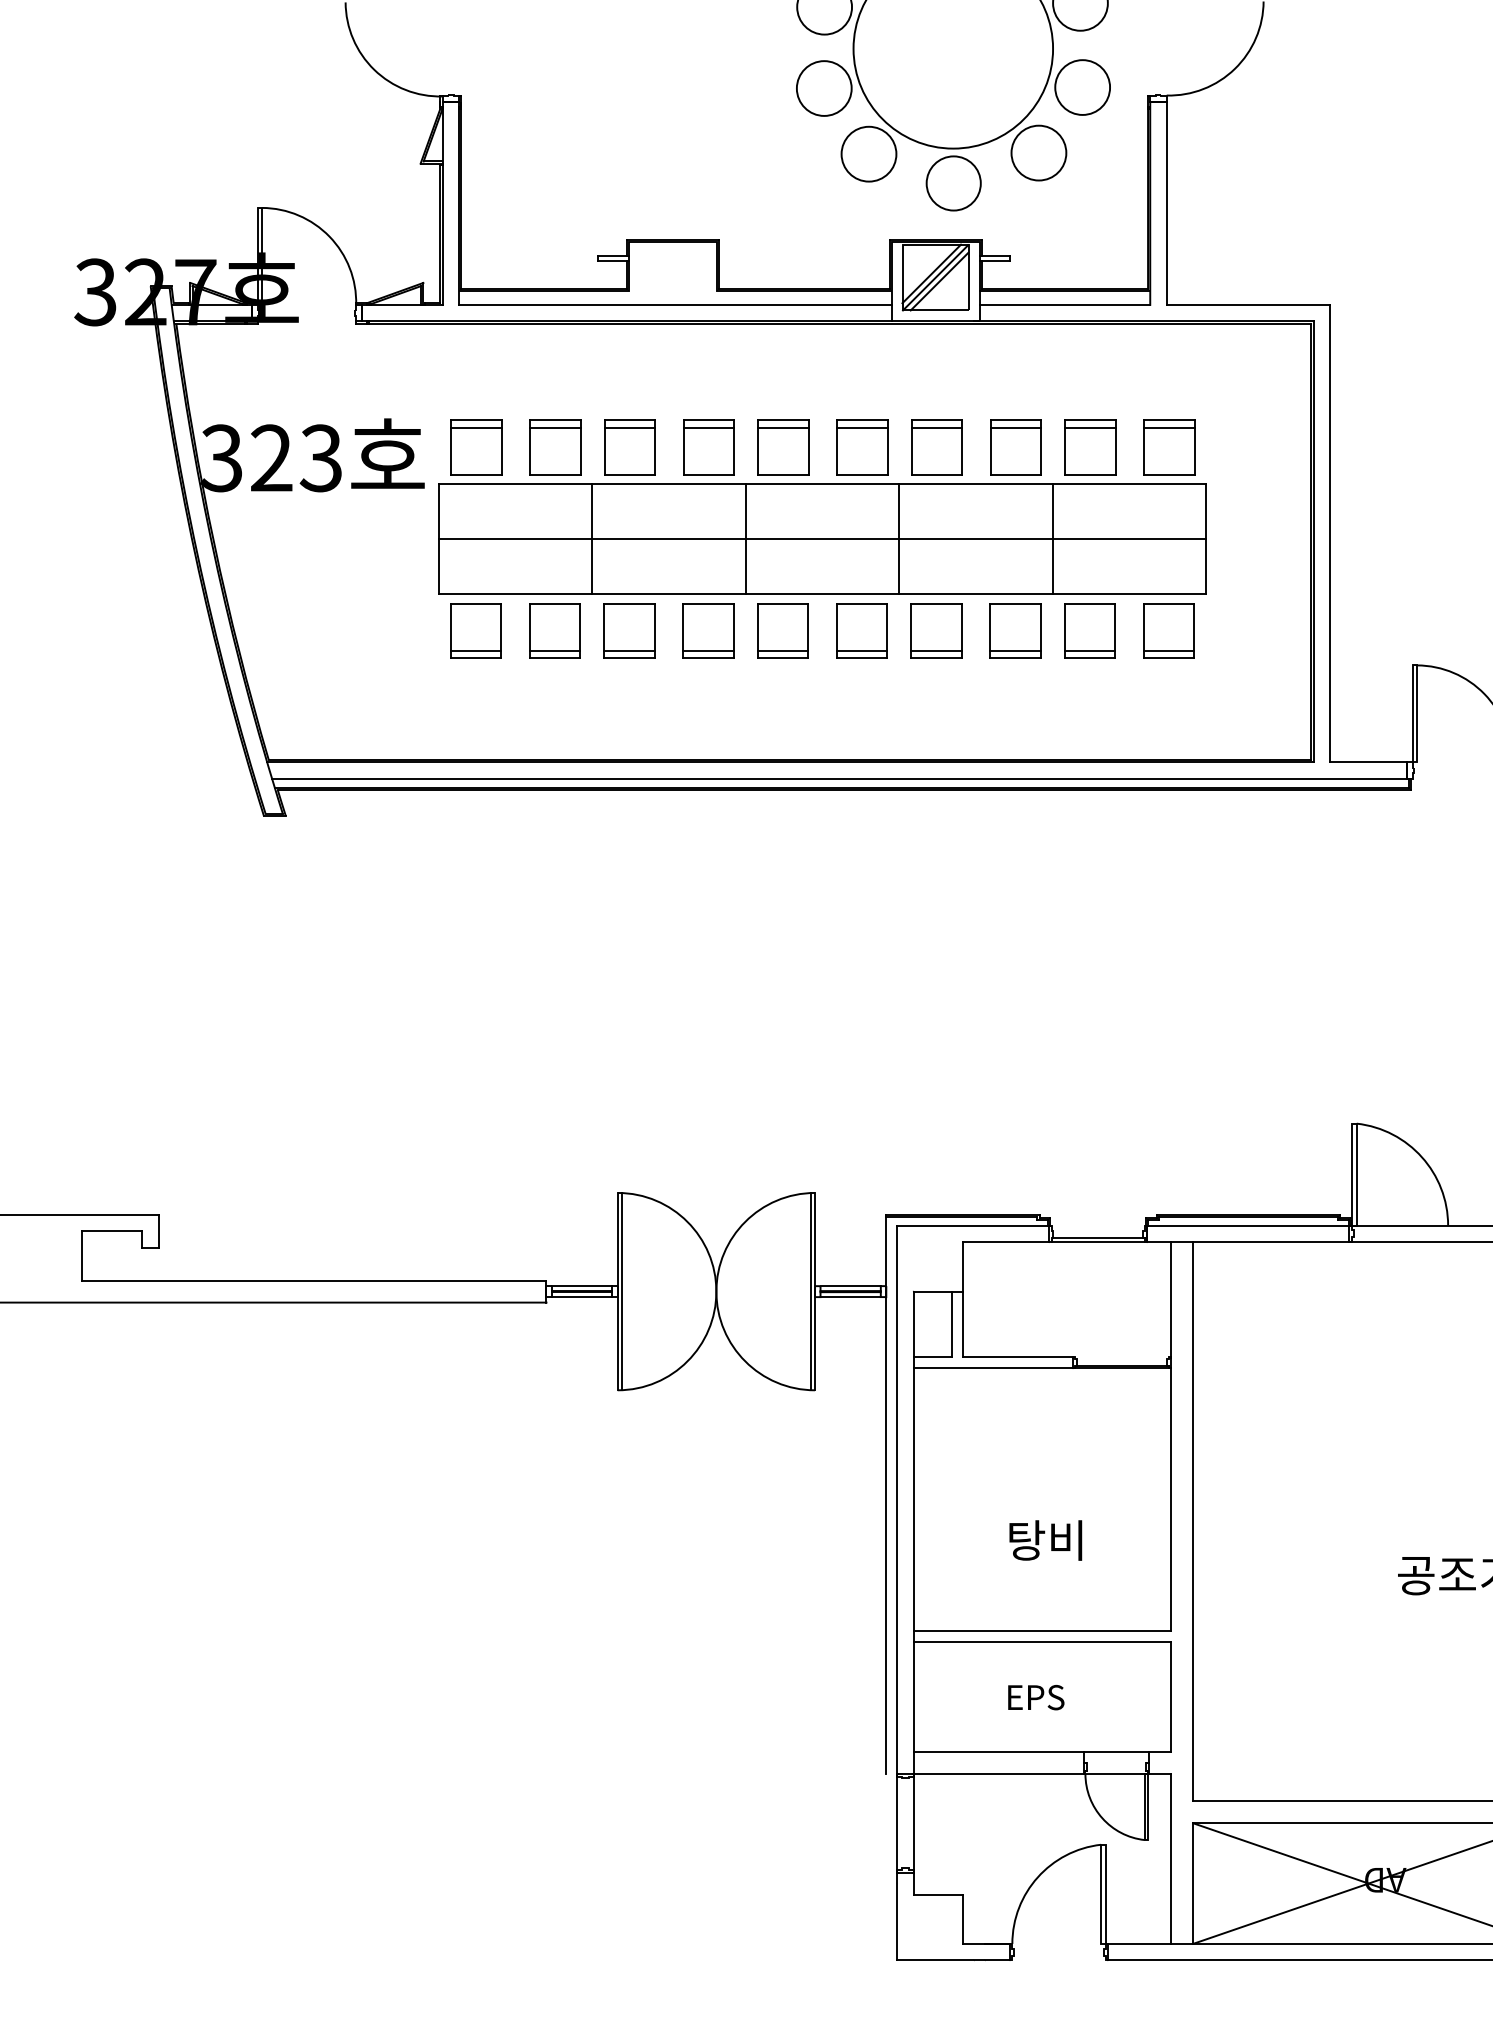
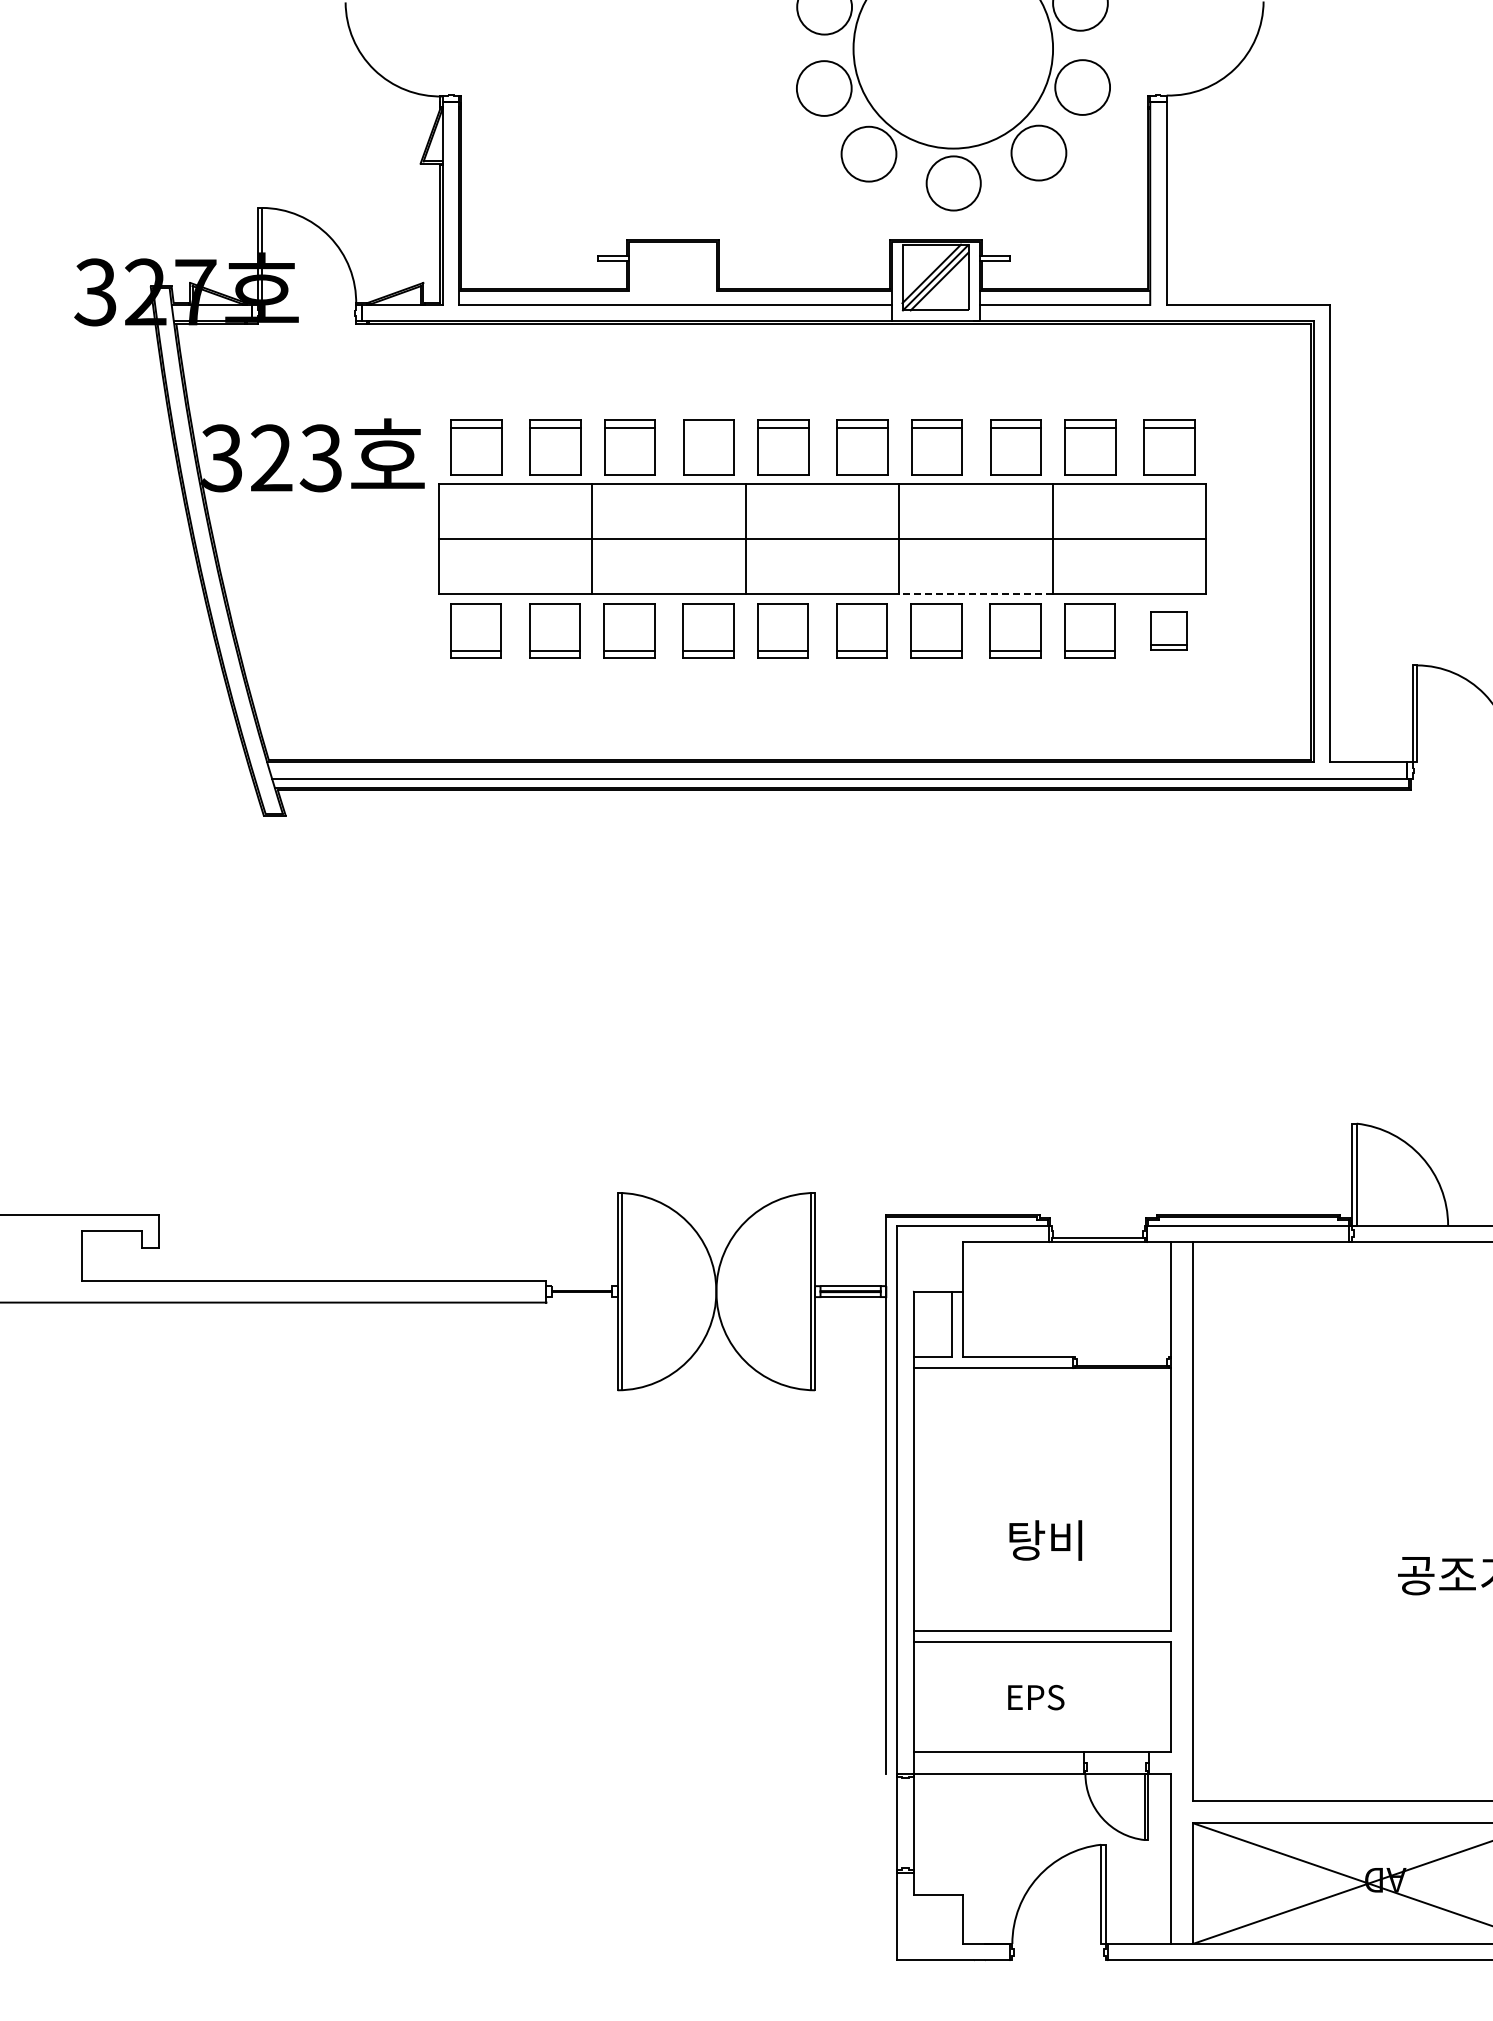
line at (708, 427): present -> none
line at (976, 594): solid -> dashed
part at (1168, 630) size: 52x56 px -> 38x40 px
line at (581, 1286): present -> none
line at (581, 1297): present -> none
